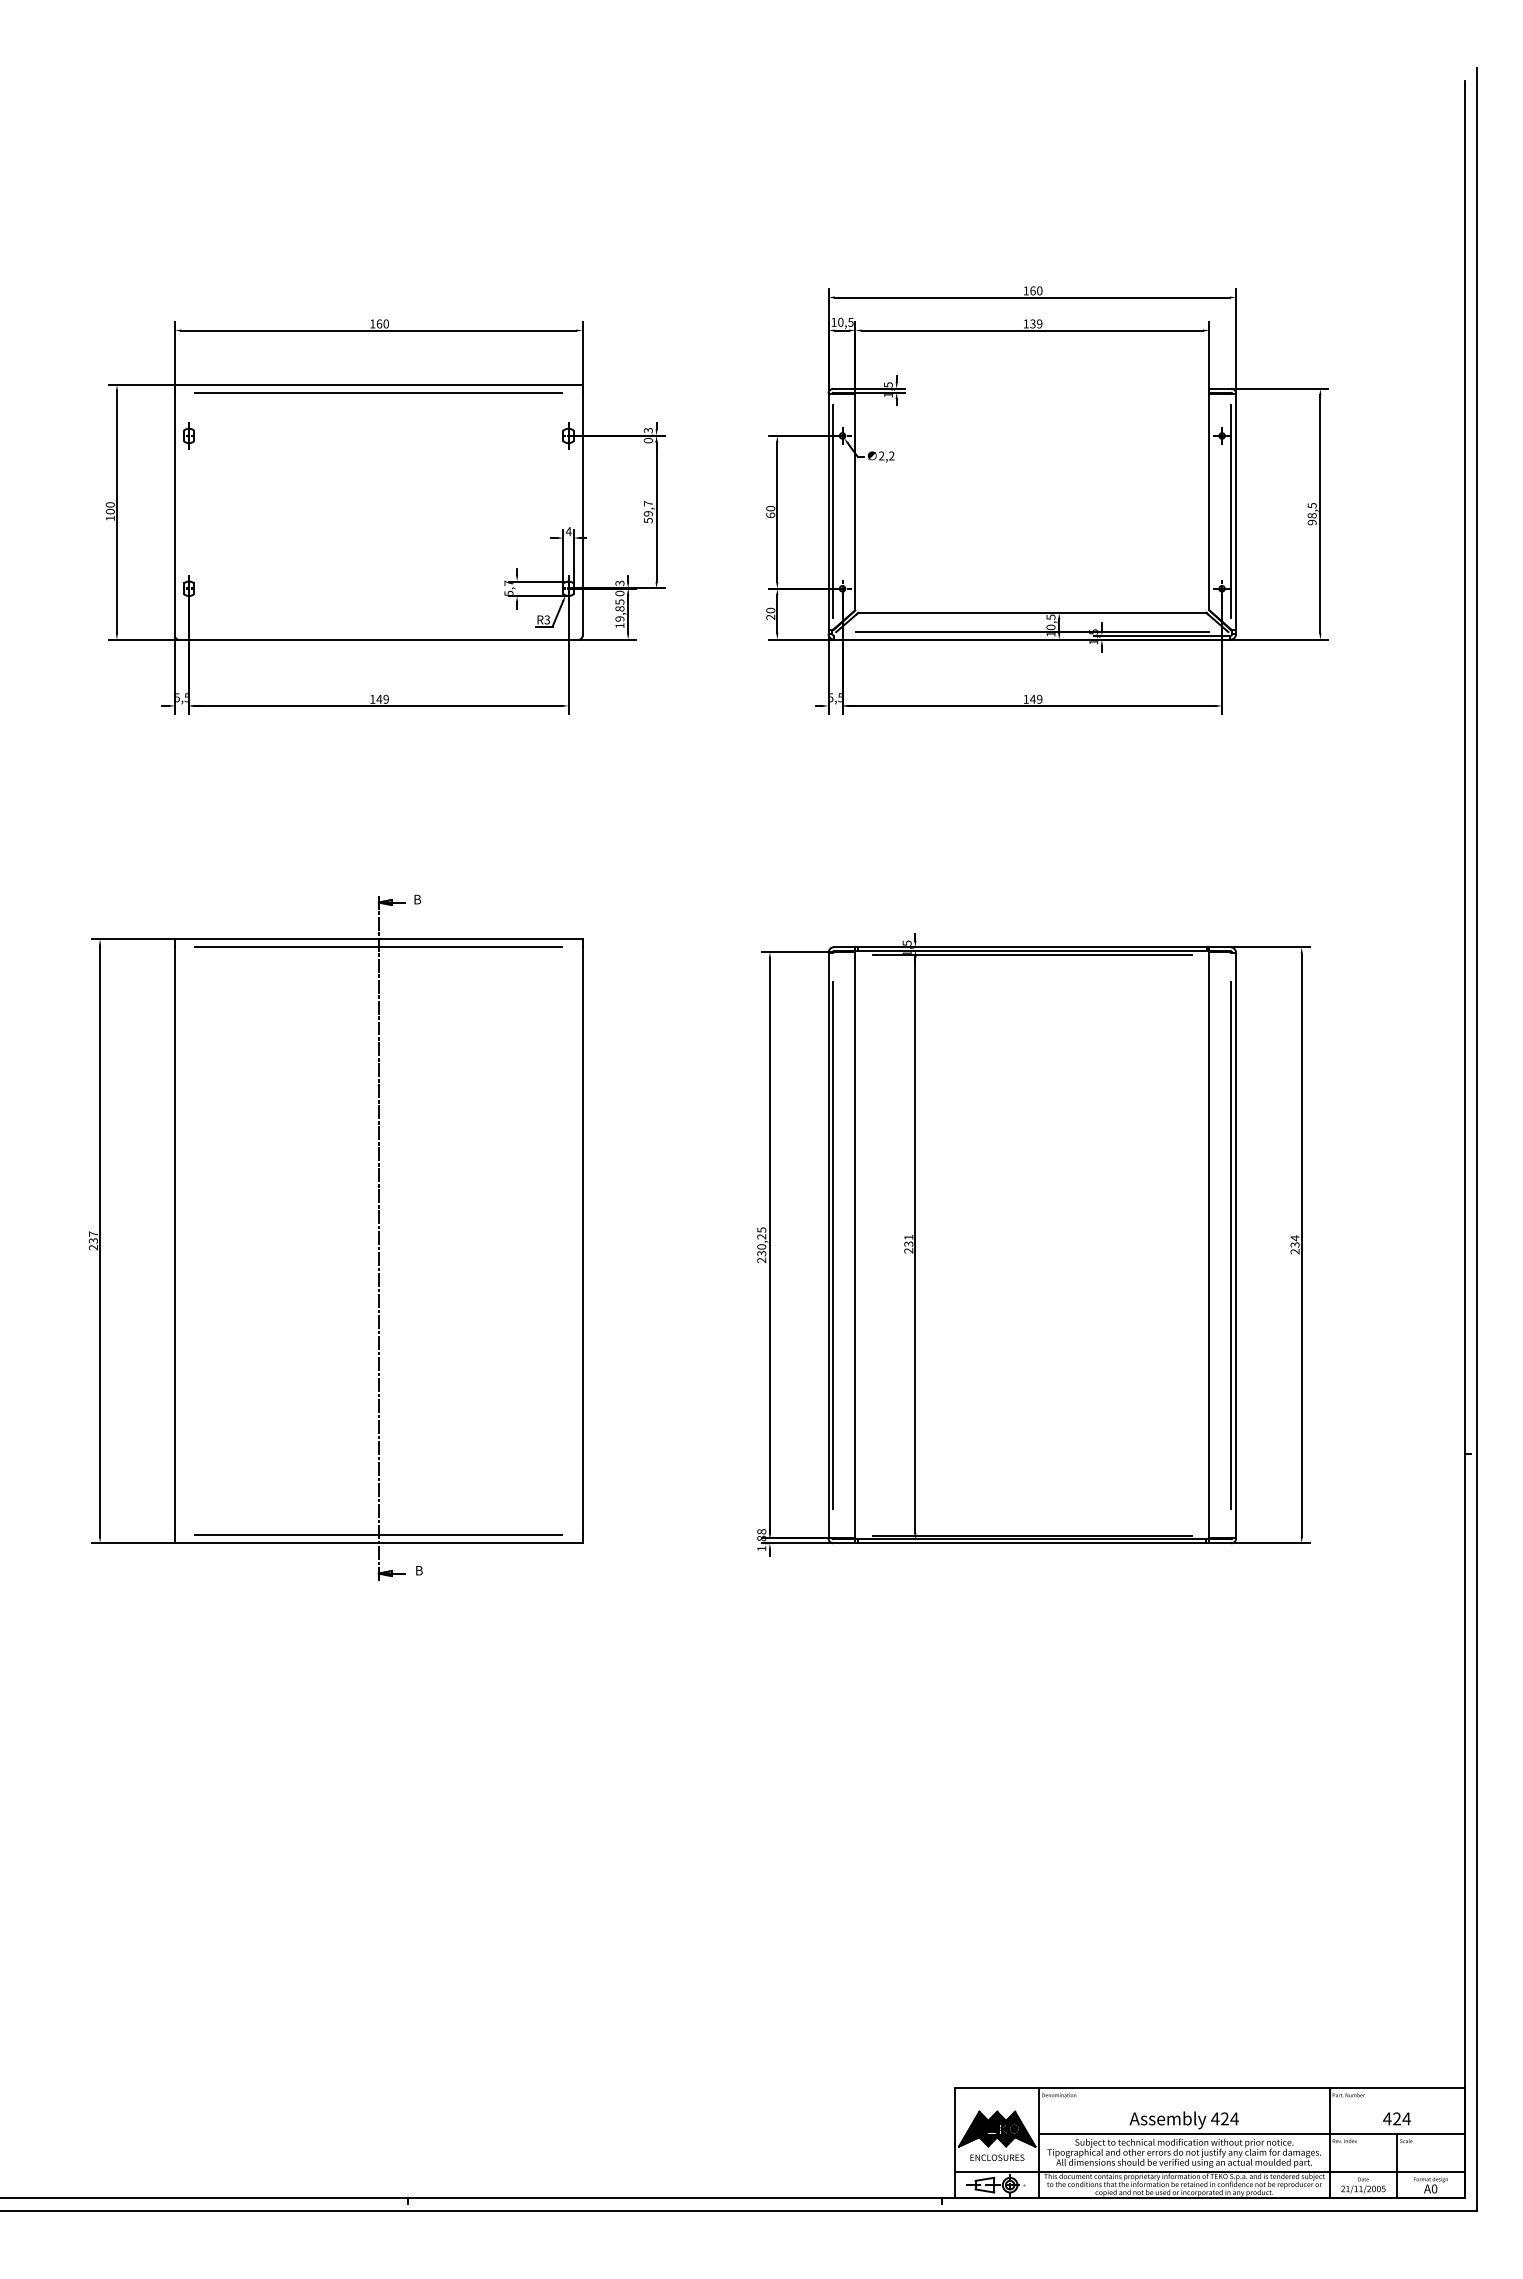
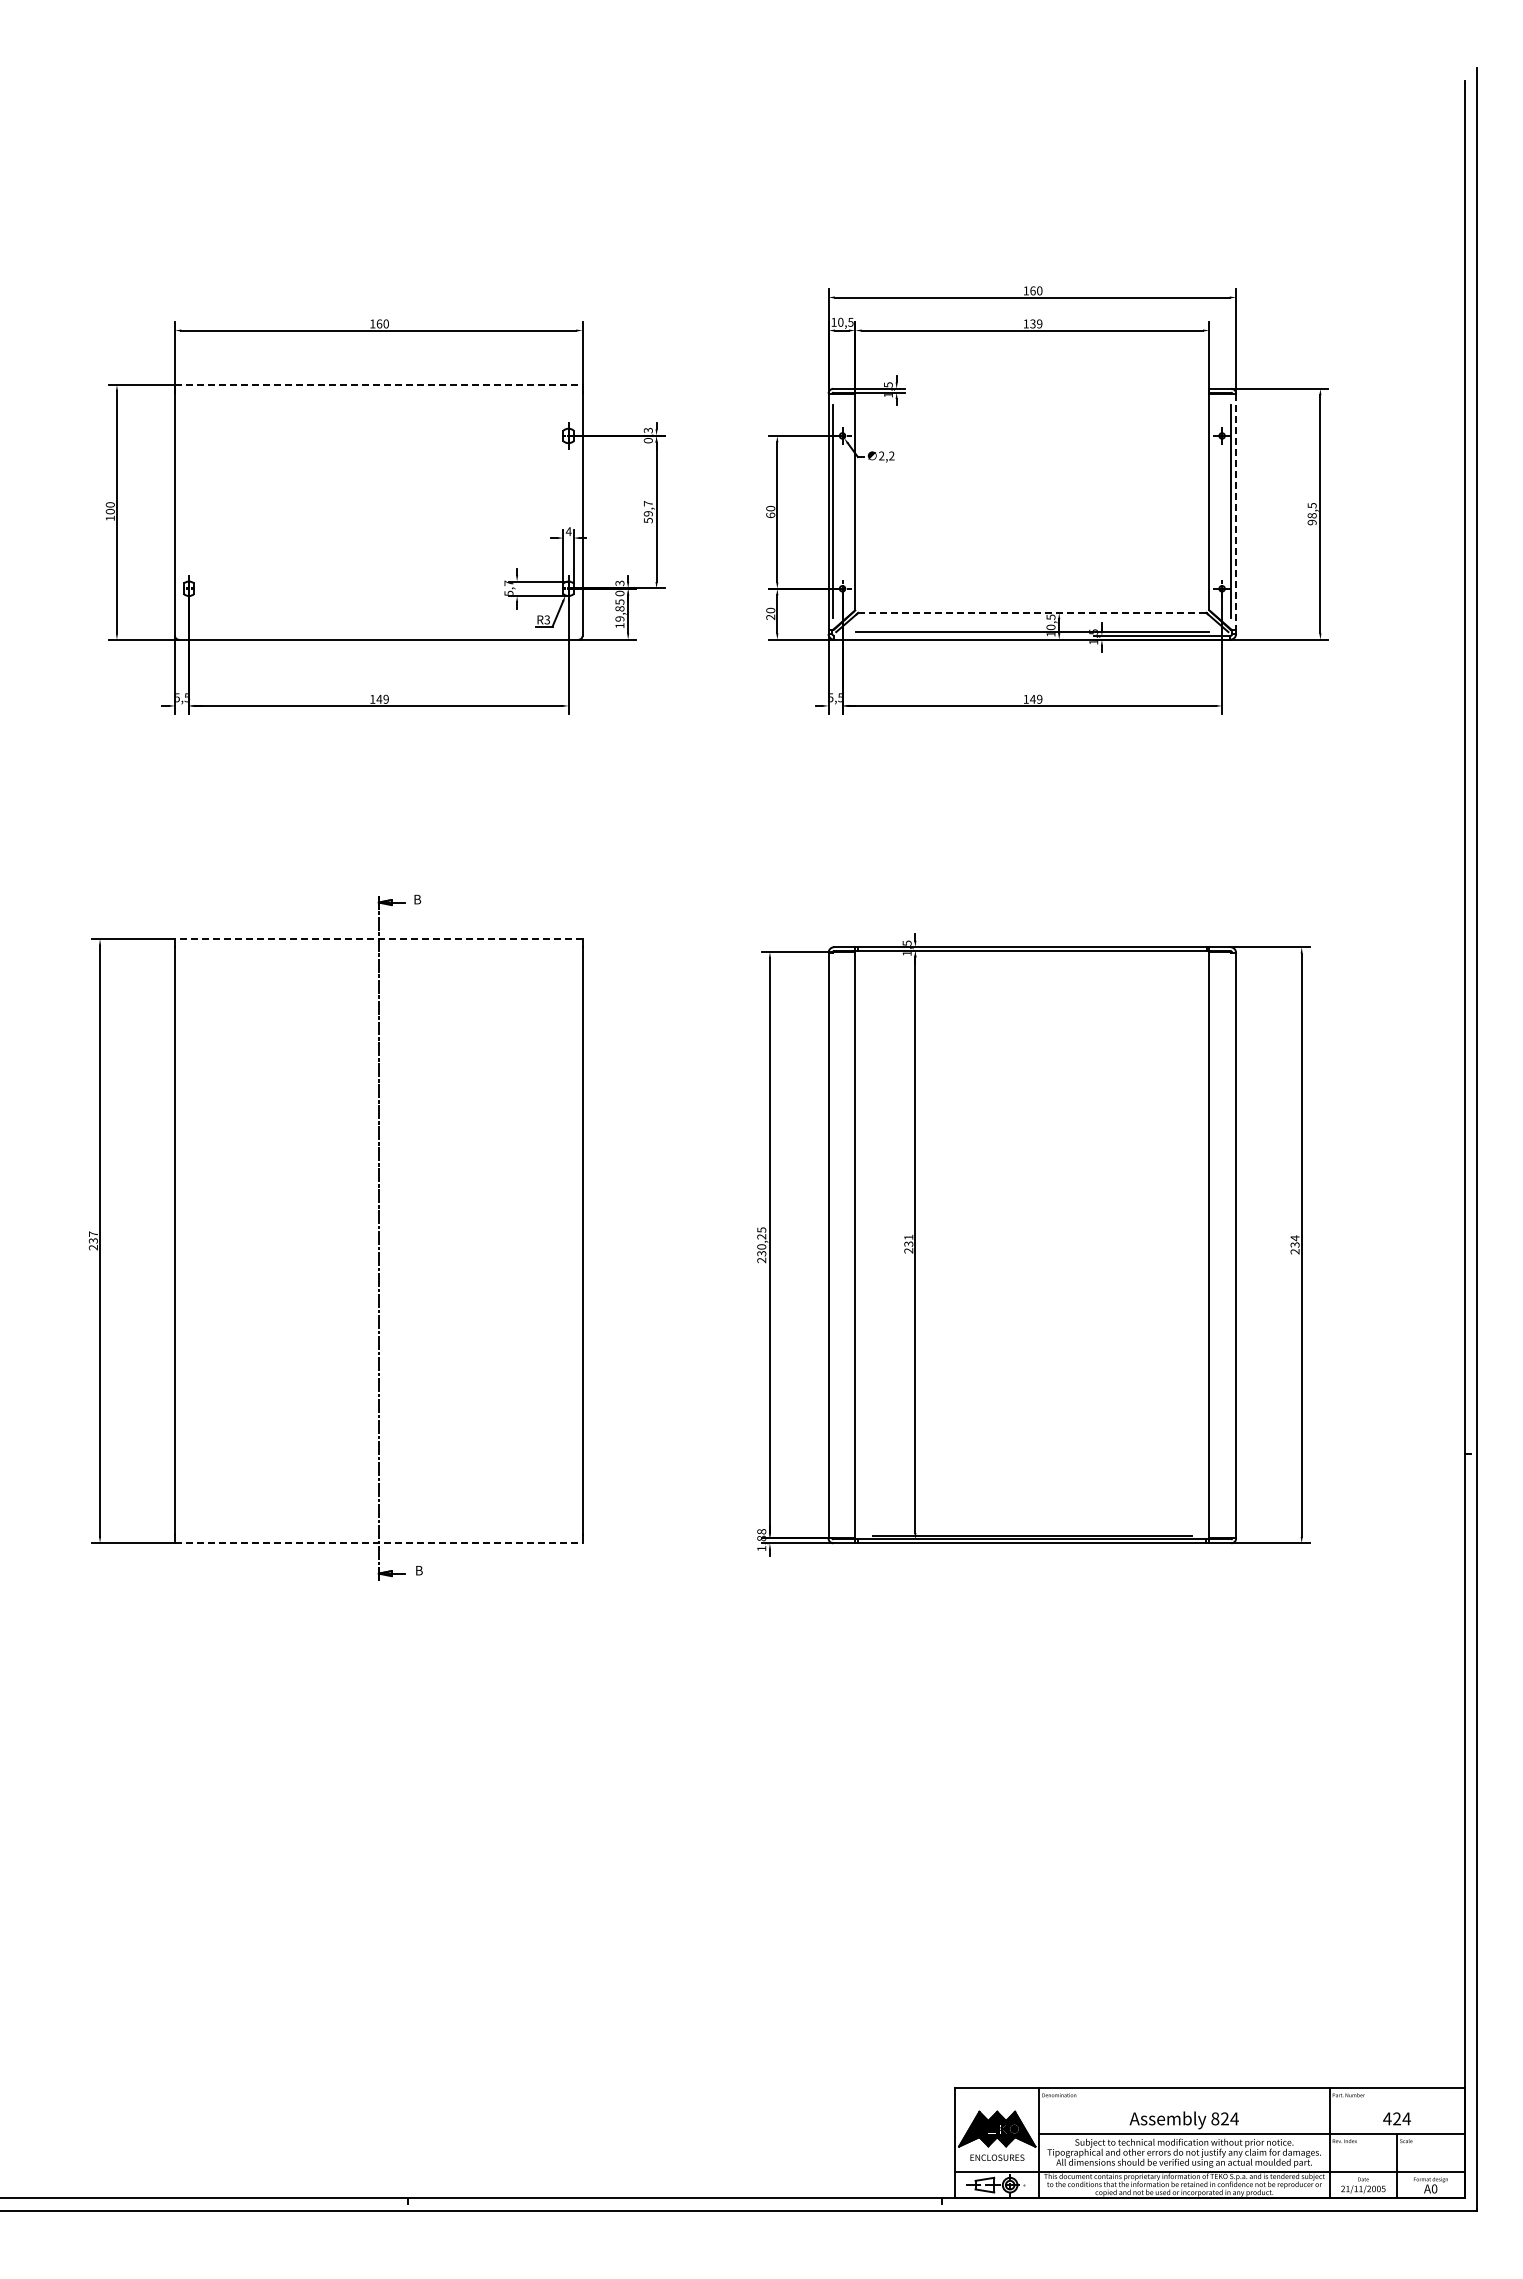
line at (378, 385): solid -> dashed
line at (378, 392): present -> none
part at (188, 435): present -> none
line at (1236, 511): solid -> dashed
line at (1031, 612): solid -> dashed
line at (378, 939): solid -> dashed
line at (378, 946): present -> none
line at (1031, 954): present -> none
line at (833, 1245): present -> none
line at (1231, 1245): present -> none
line at (378, 1535): present -> none
line at (378, 1542): solid -> dashed
text at (1215, 2118): 424 -> 824
